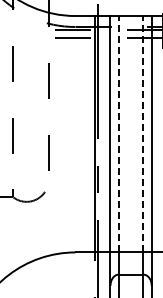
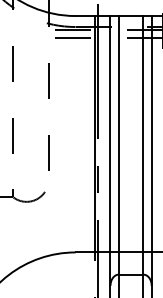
line at (118, 133): dashed -> solid
line at (143, 133): dashed -> solid
